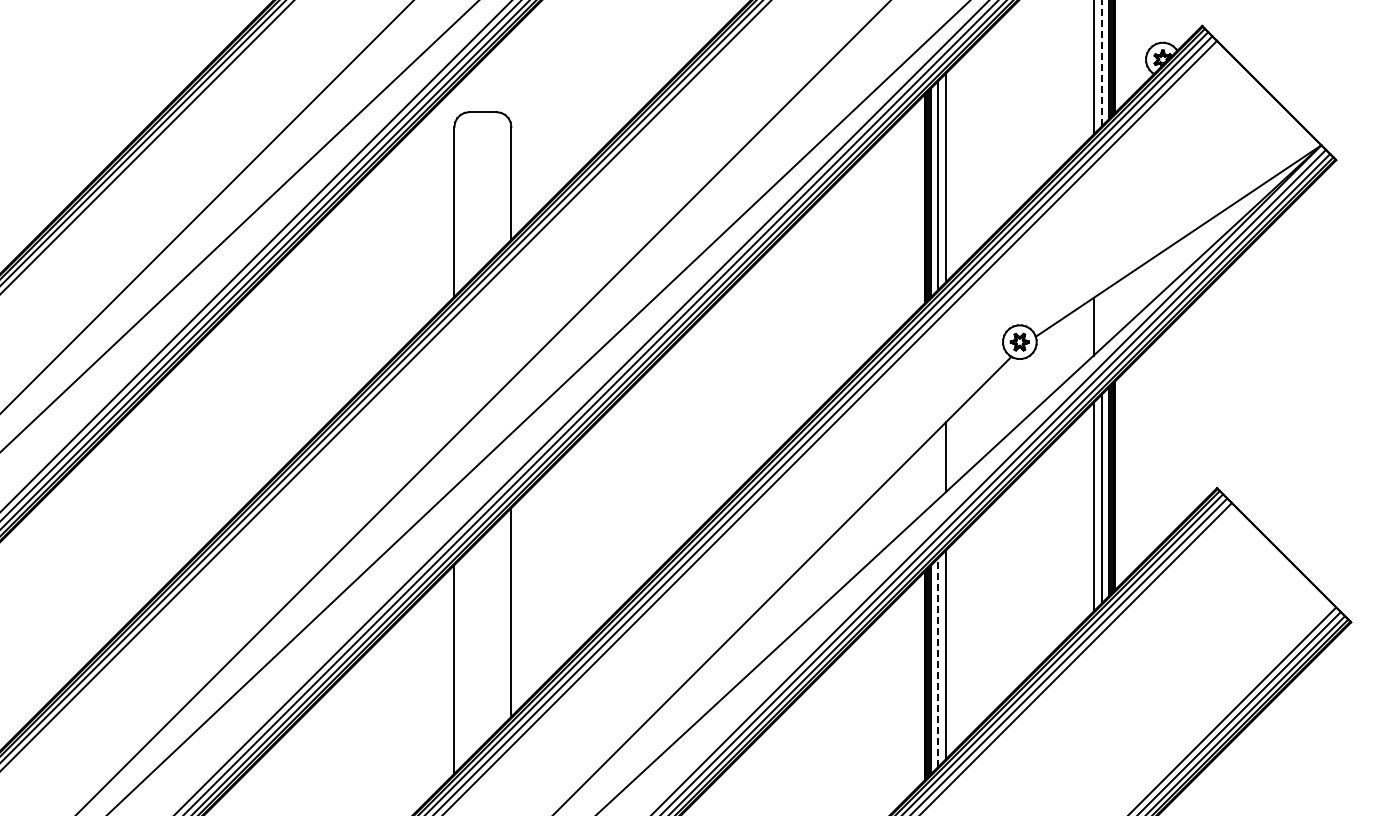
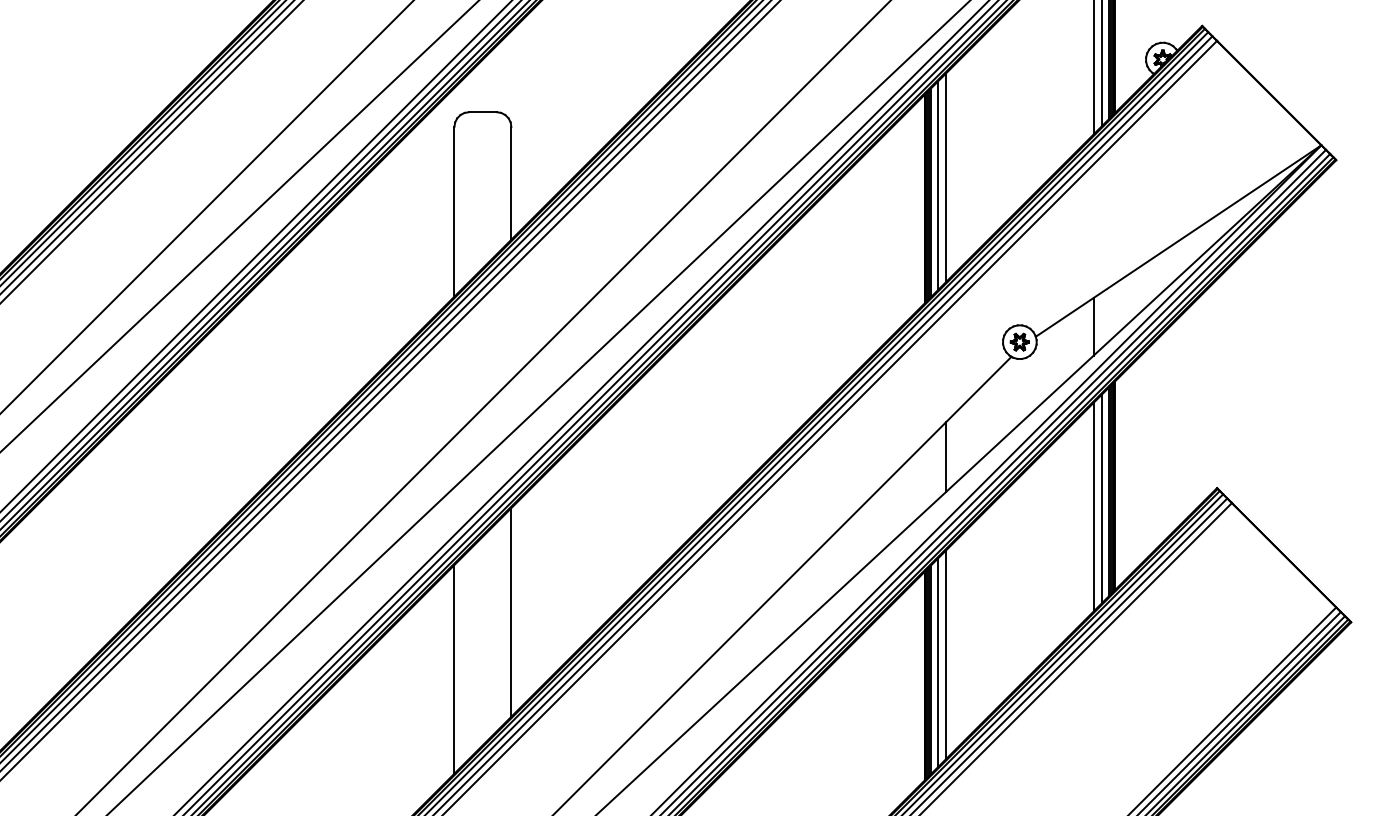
line at (1101, 63): dashed -> solid
line at (151, 151): none -> present
line at (390, 390): none -> present
line at (938, 662): dashed -> solid
